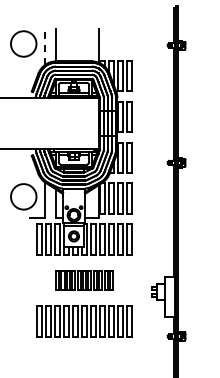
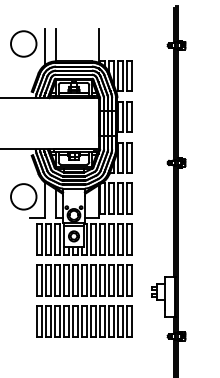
line at (44, 47): dashed -> solid
part at (84, 280) size: 59x21 px -> 97x33 px
